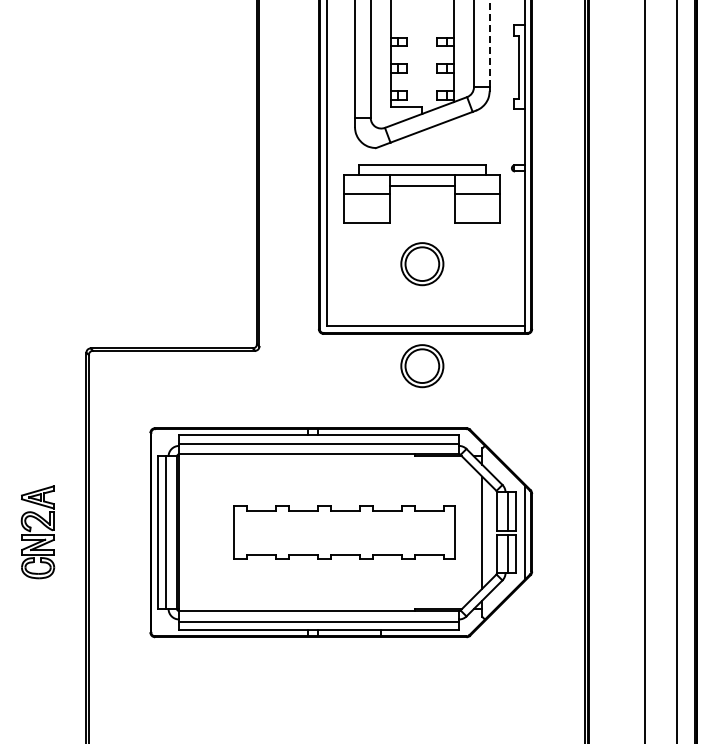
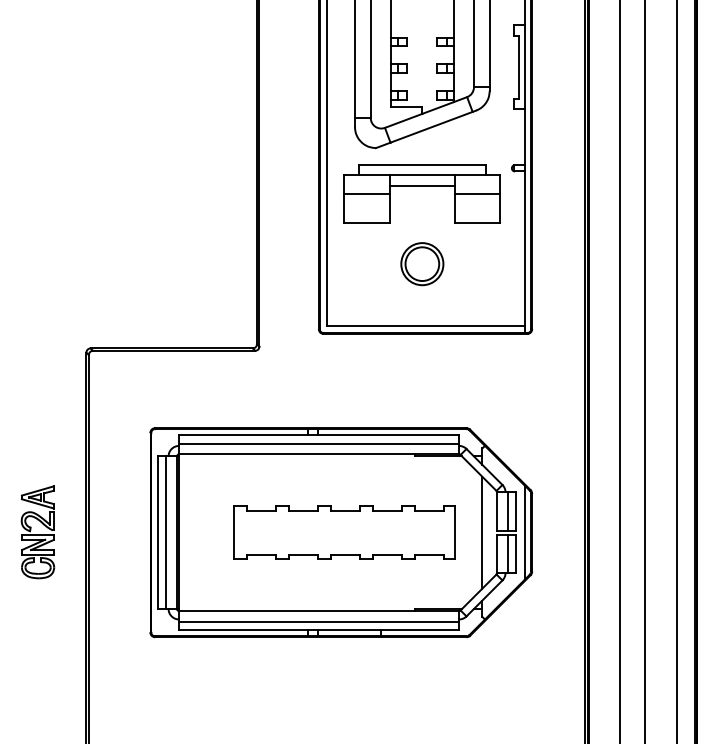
line at (489, 43): dashed -> solid
part at (422, 366): present -> none
line at (620, 371): none -> present
